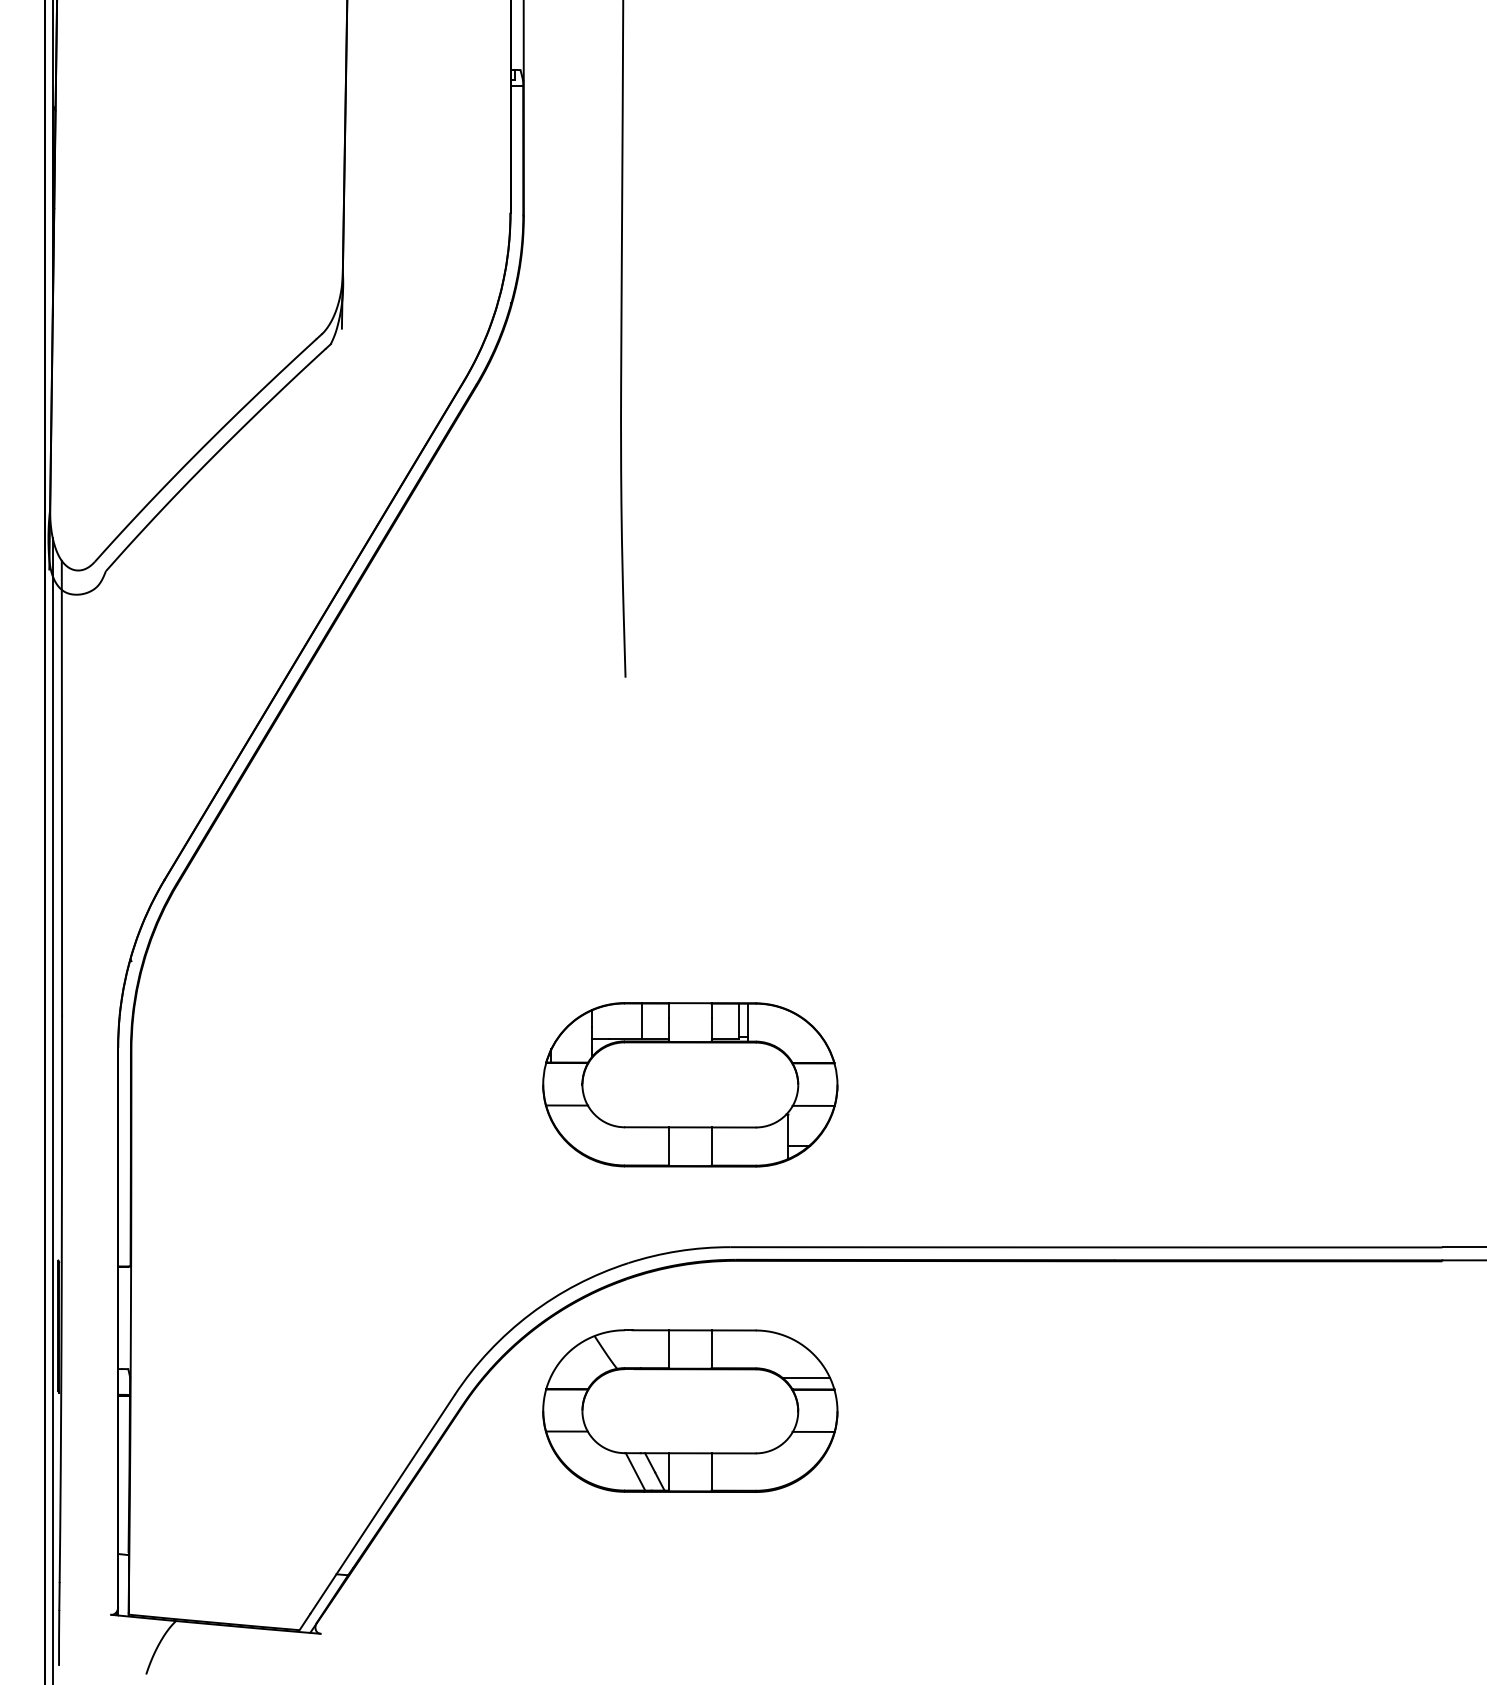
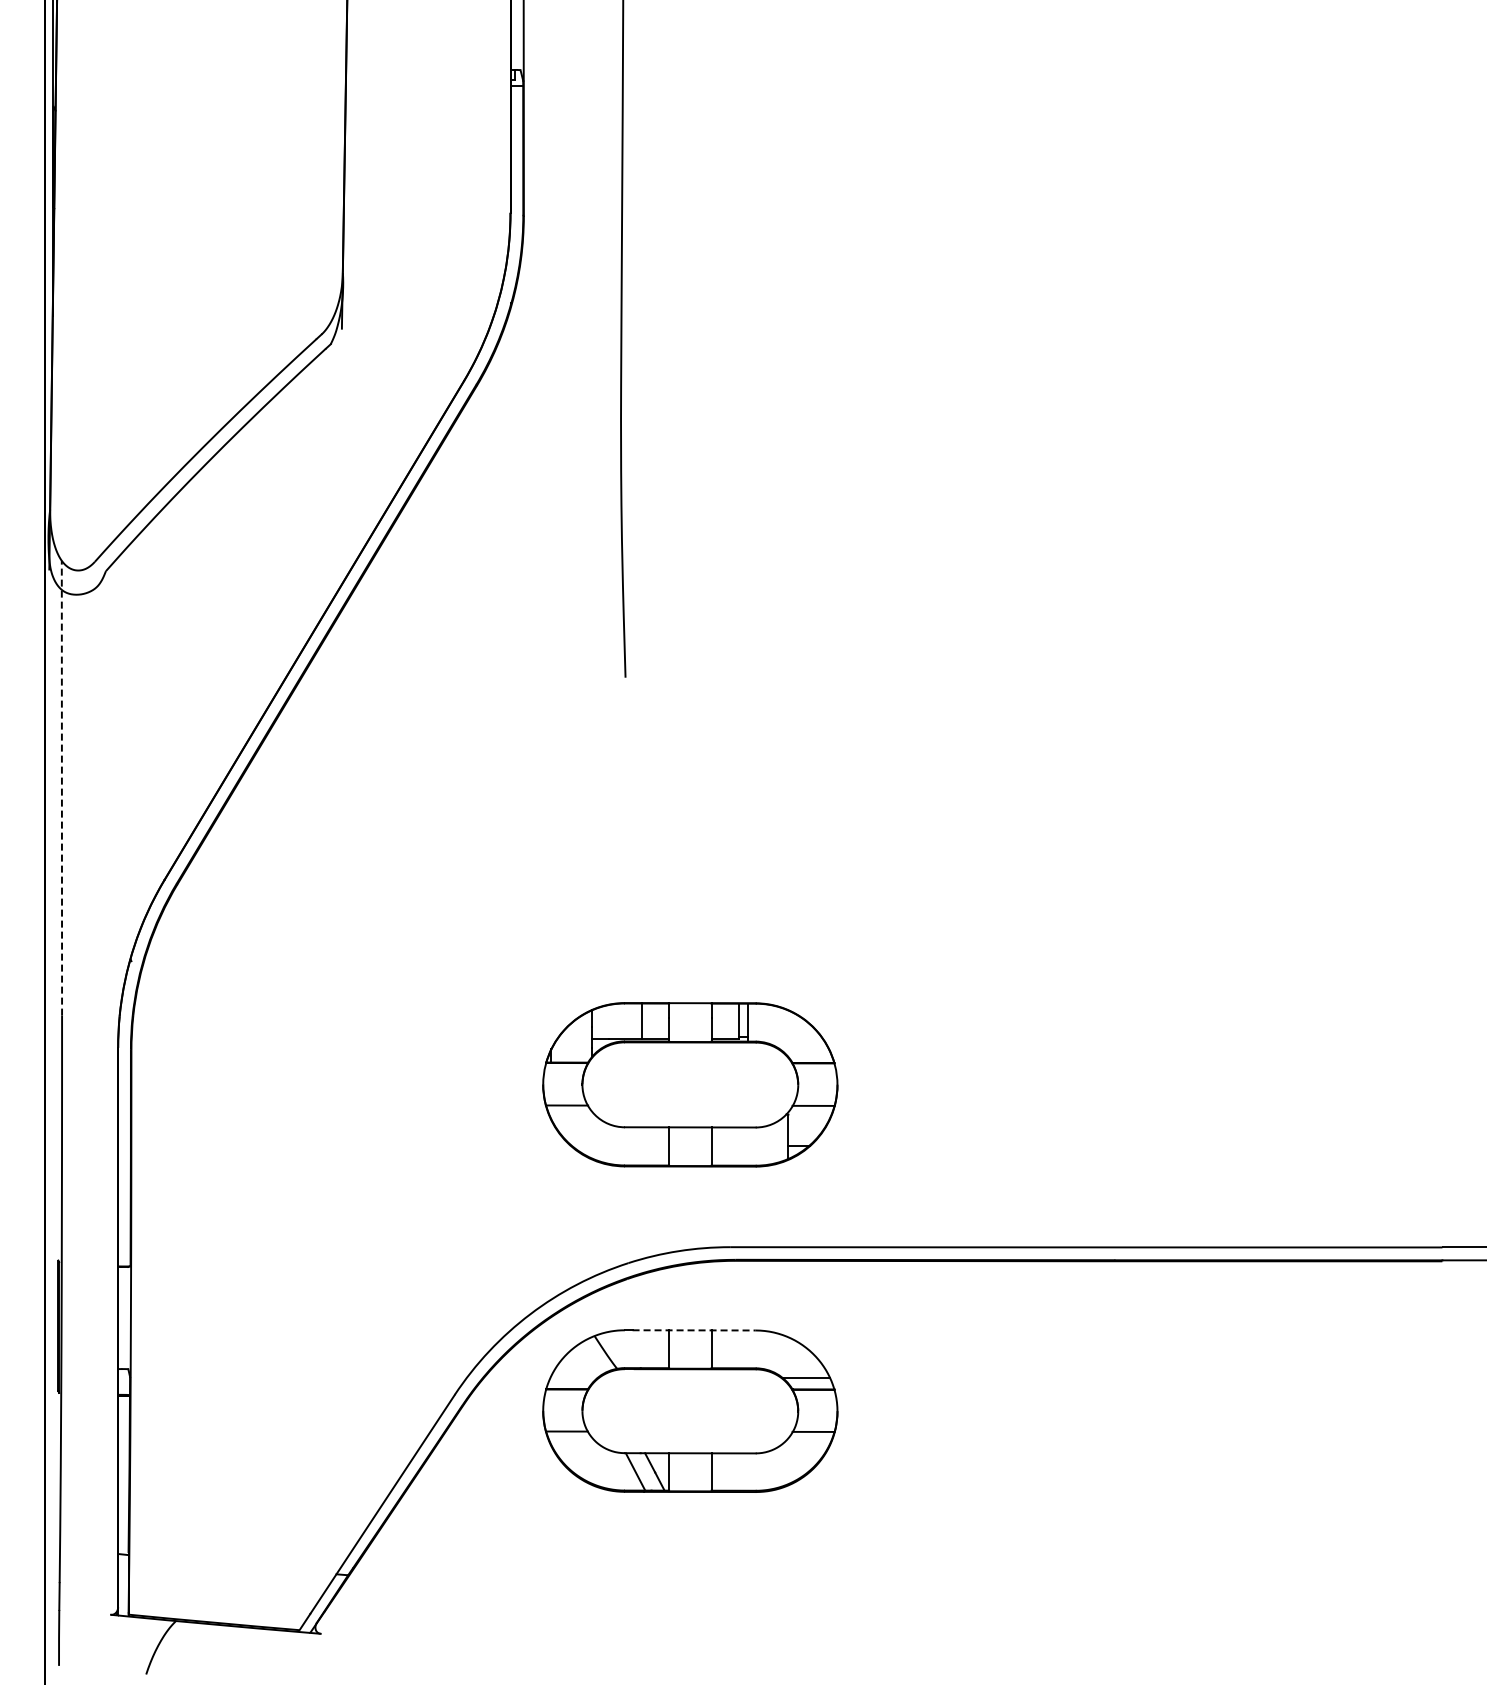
line at (61, 787): solid -> dashed
line at (52, 1109): present -> none
line at (694, 1330): solid -> dashed
